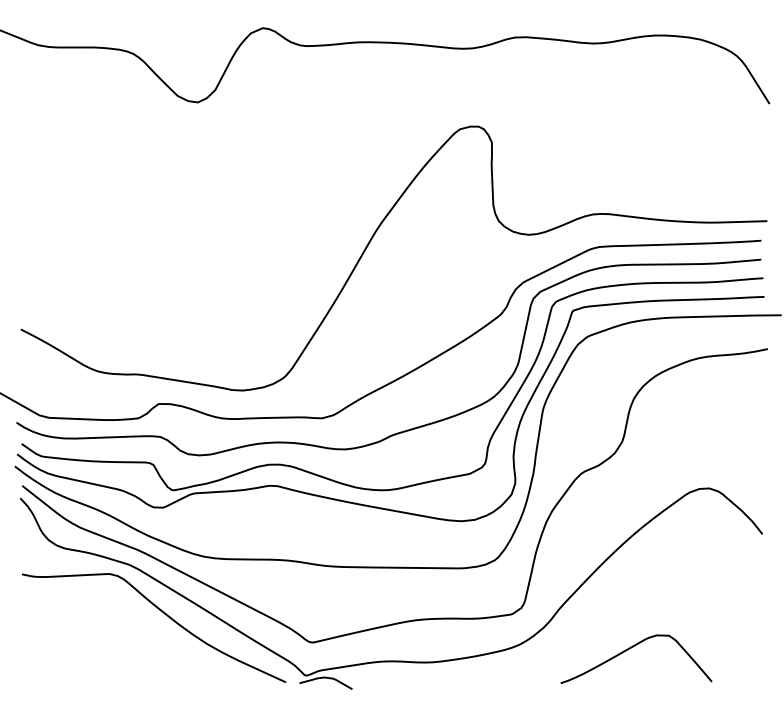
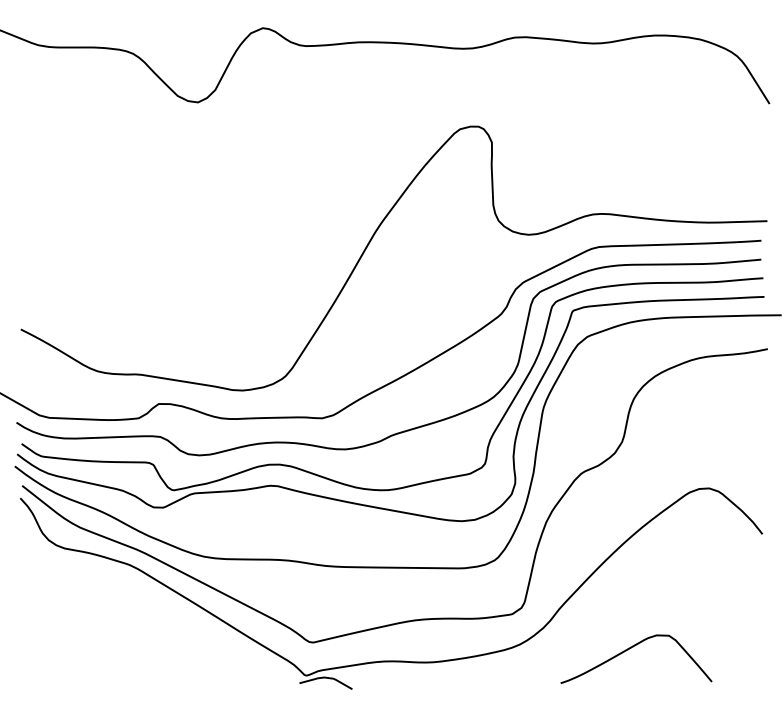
curve at (165, 615): present -> none
